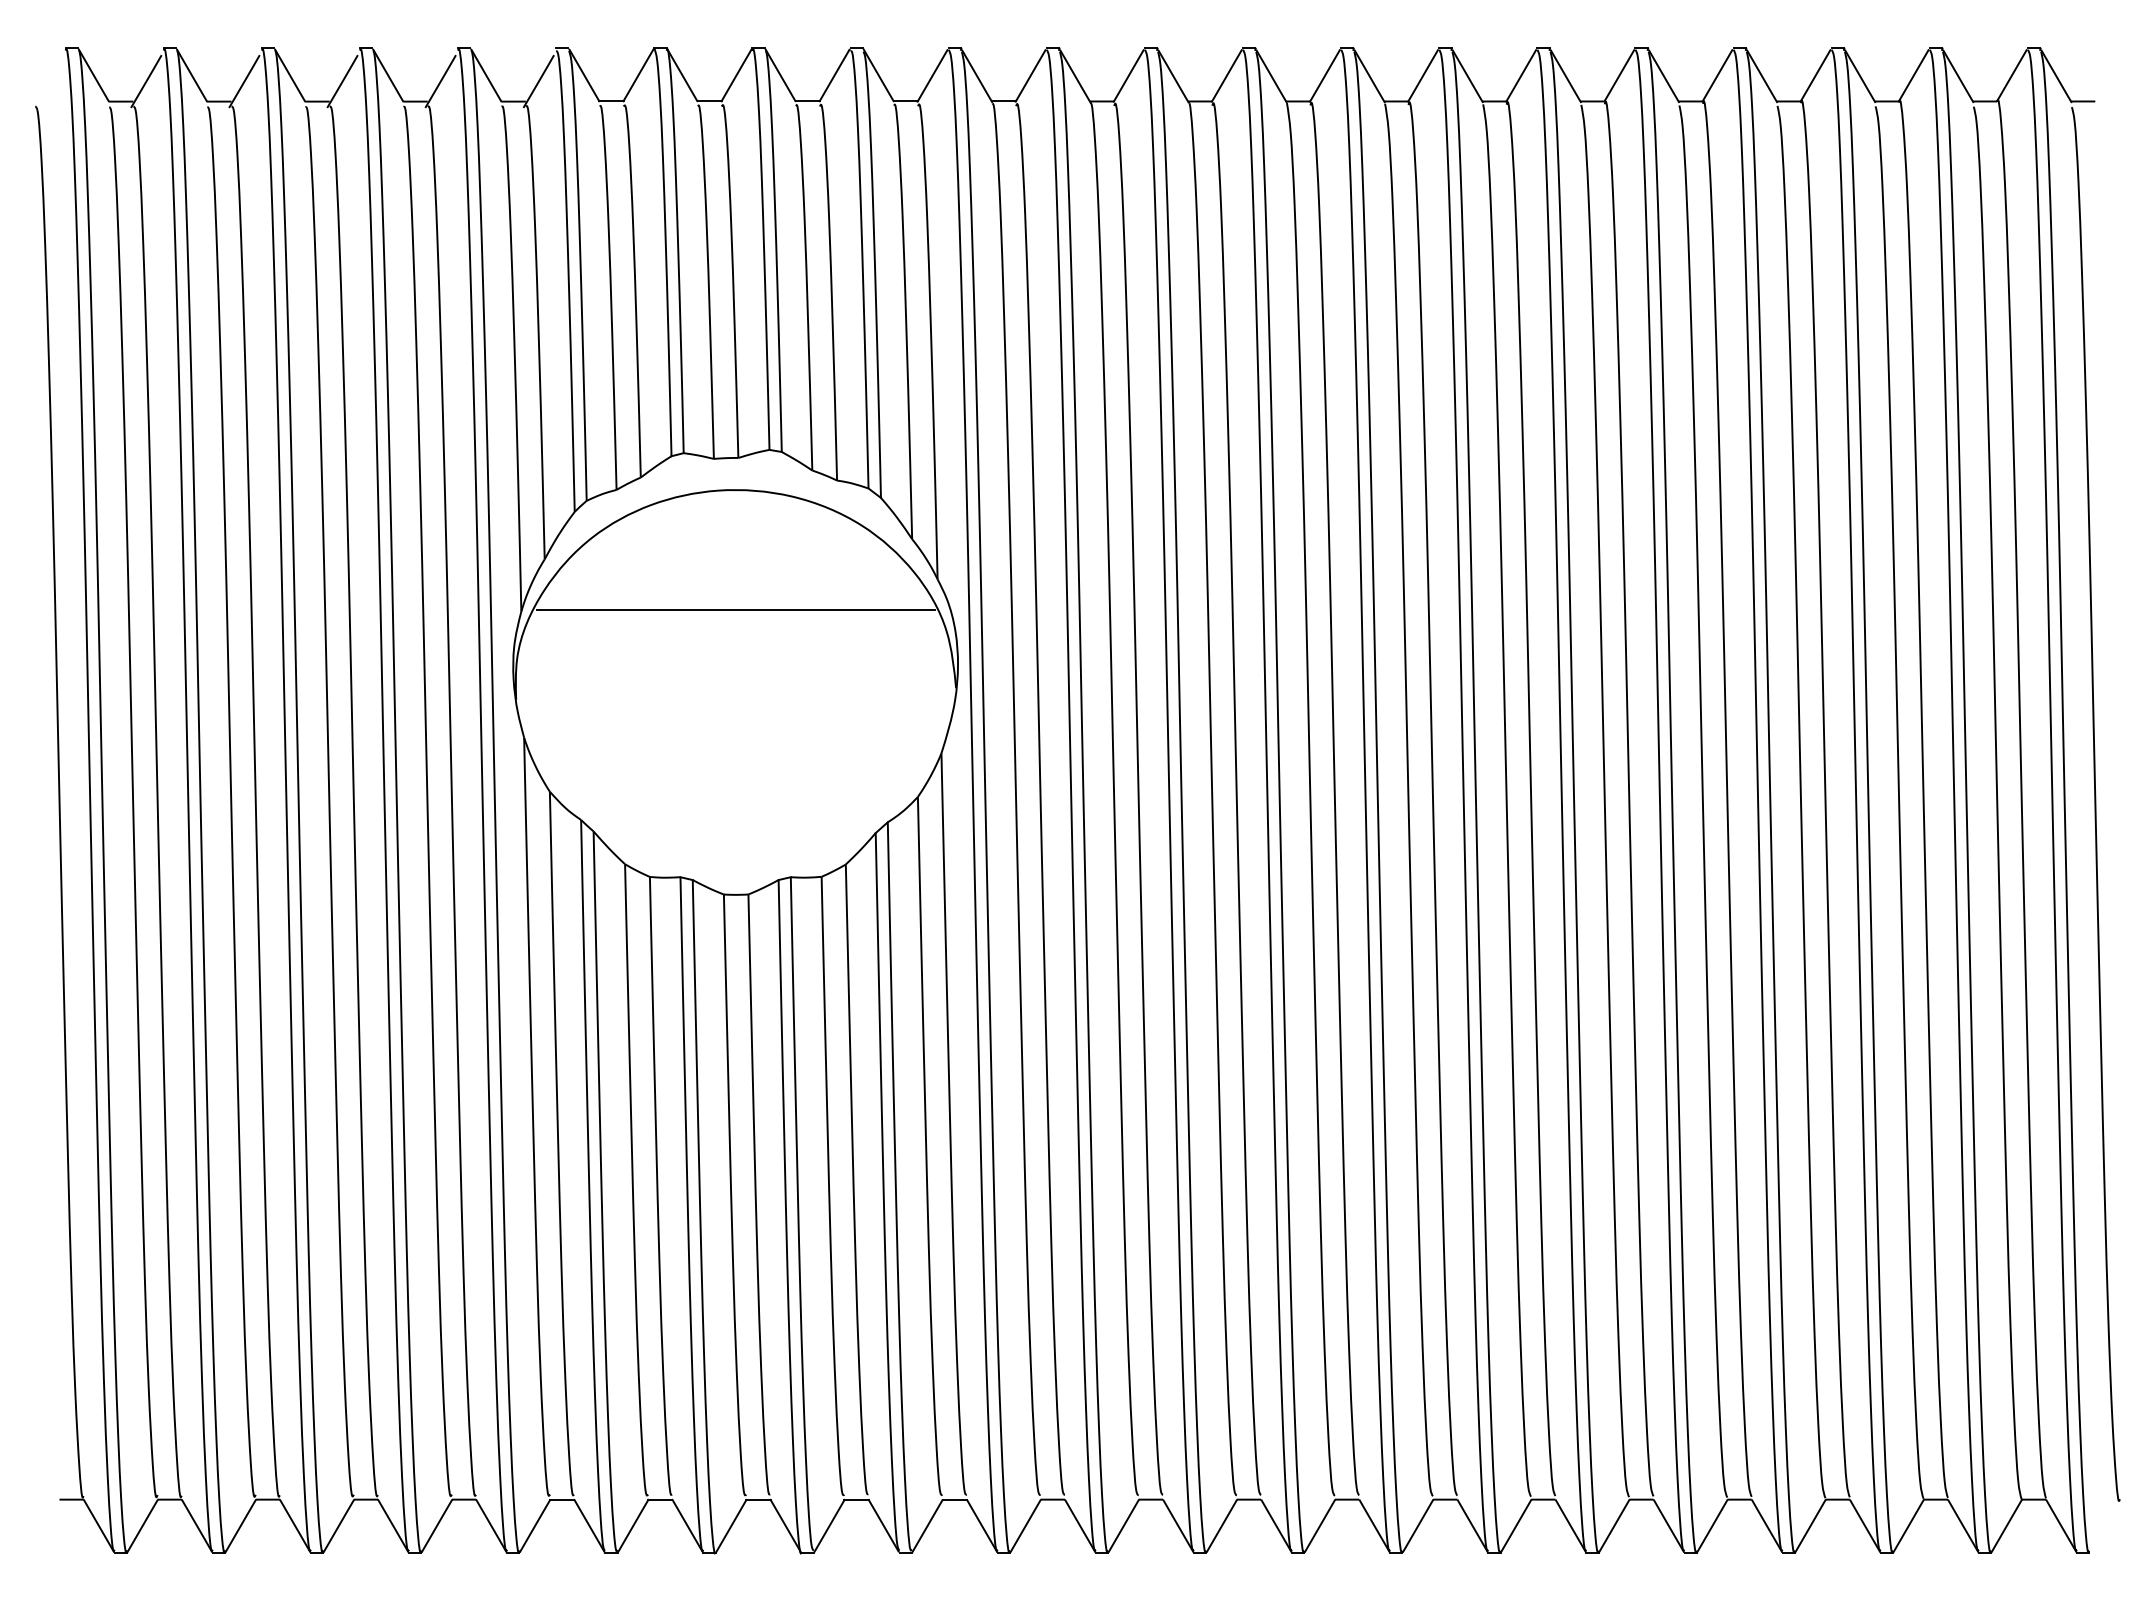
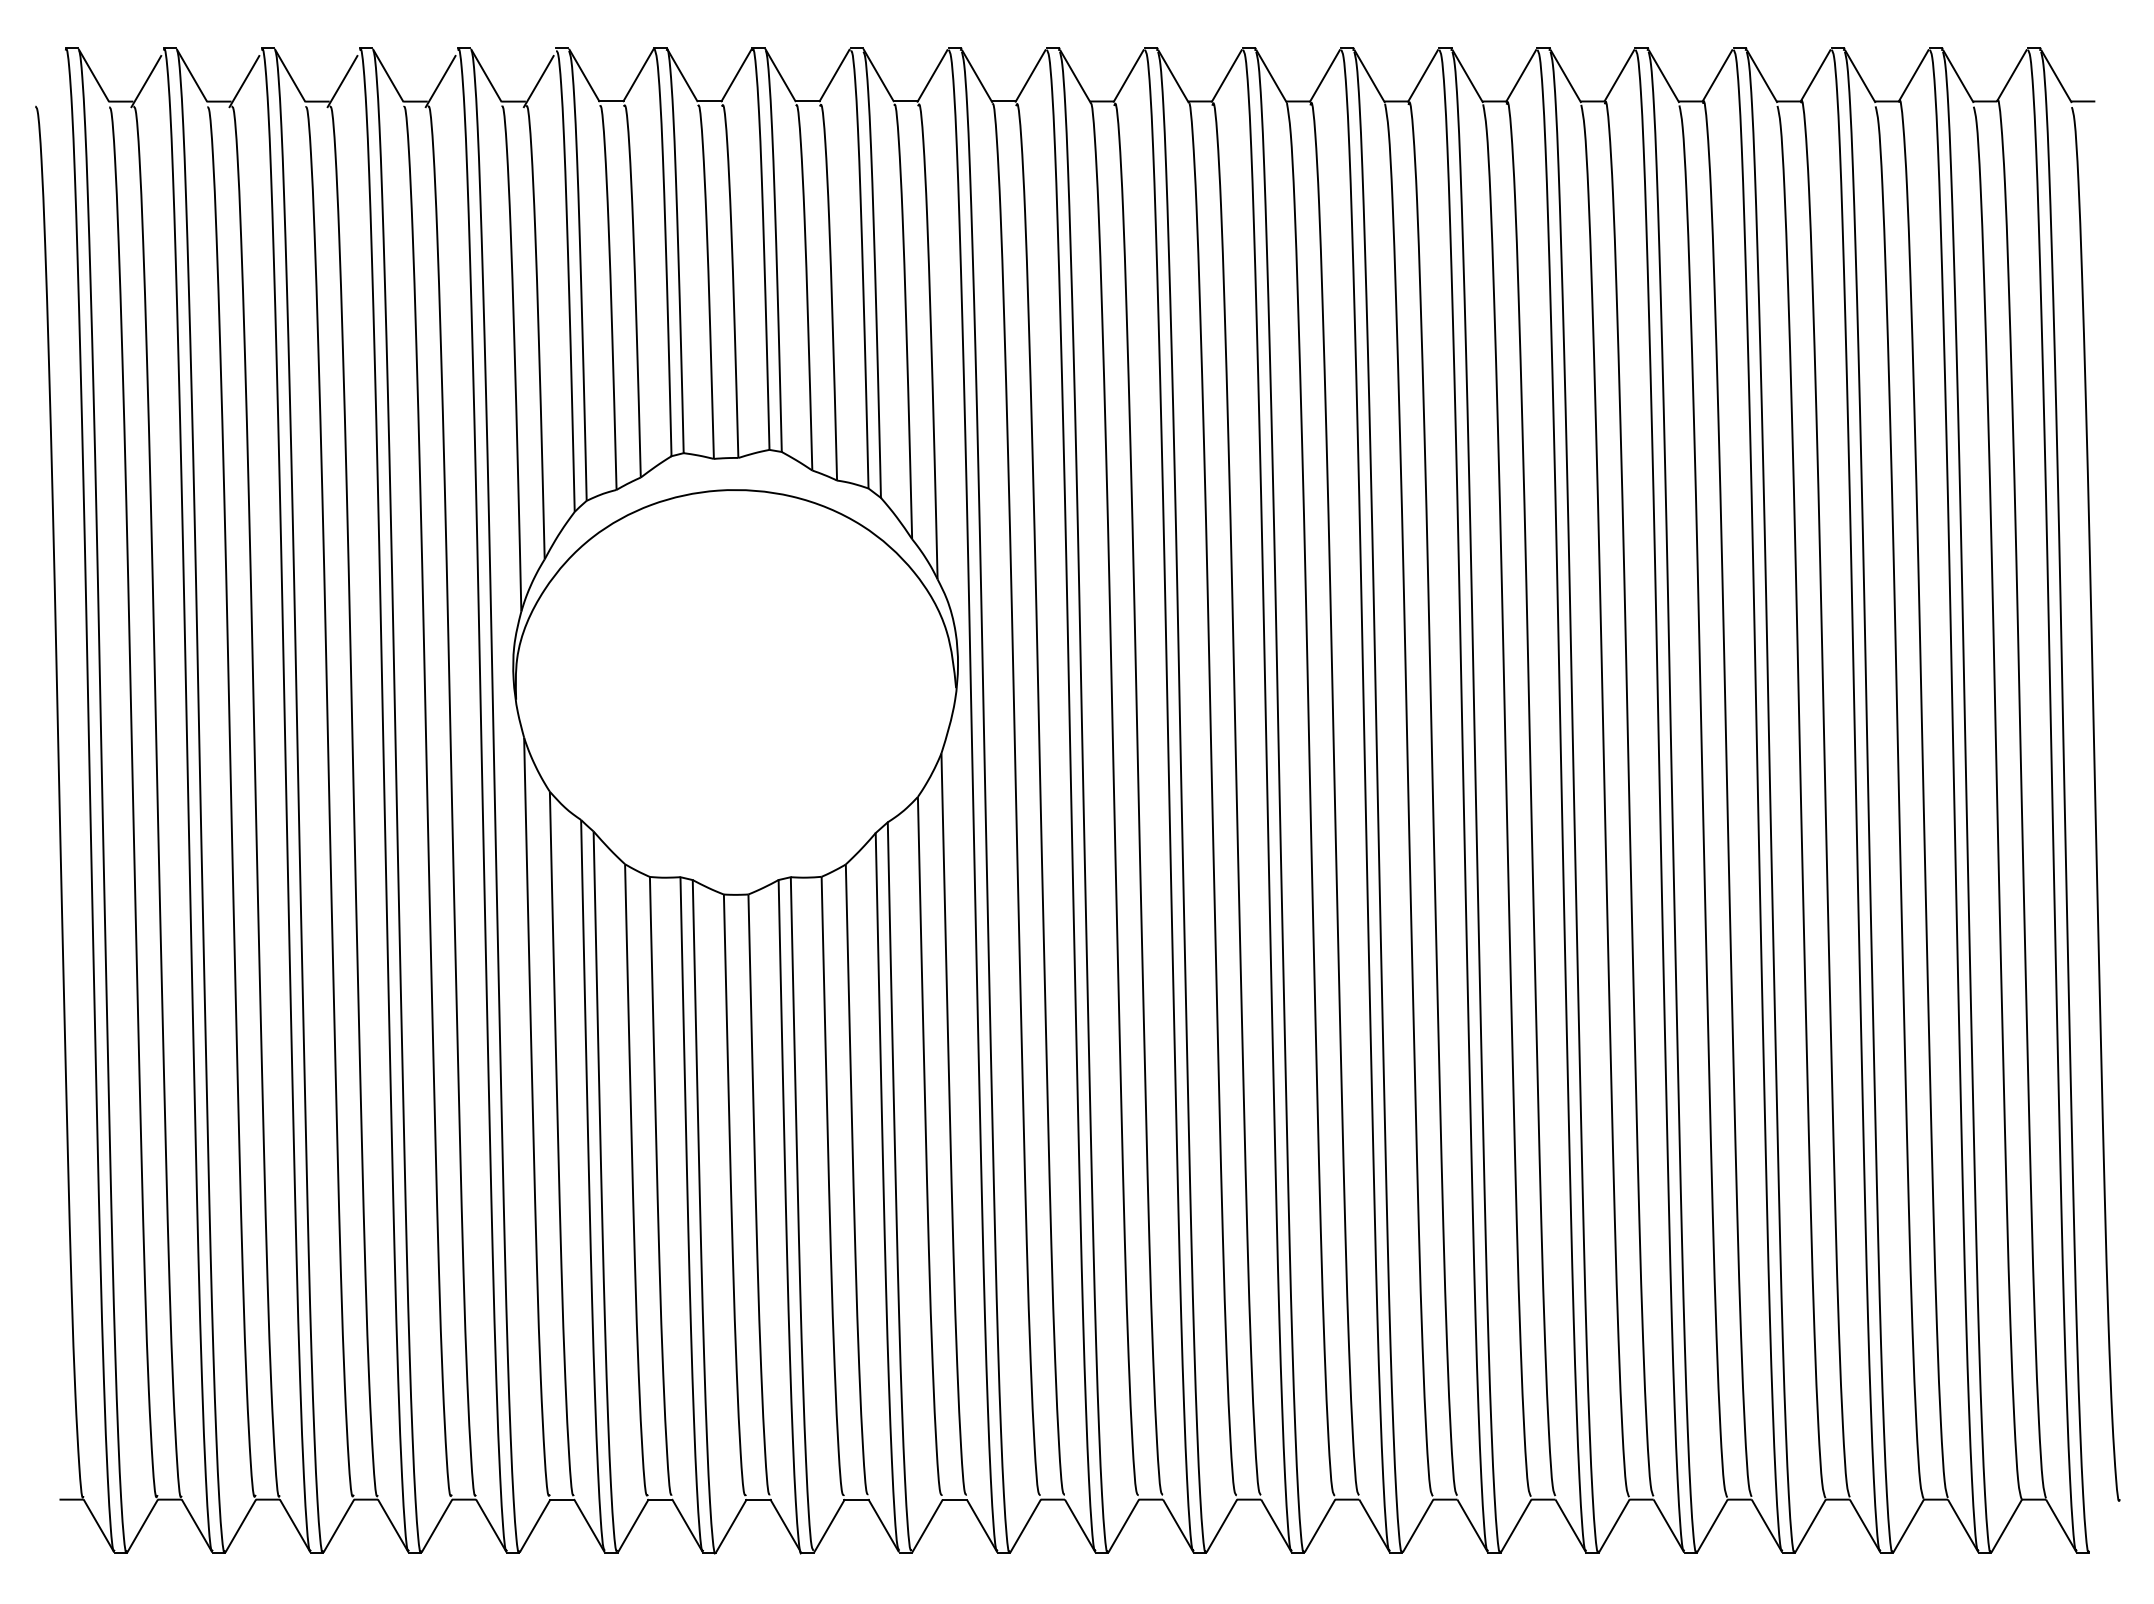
line at (735, 610): present -> none
